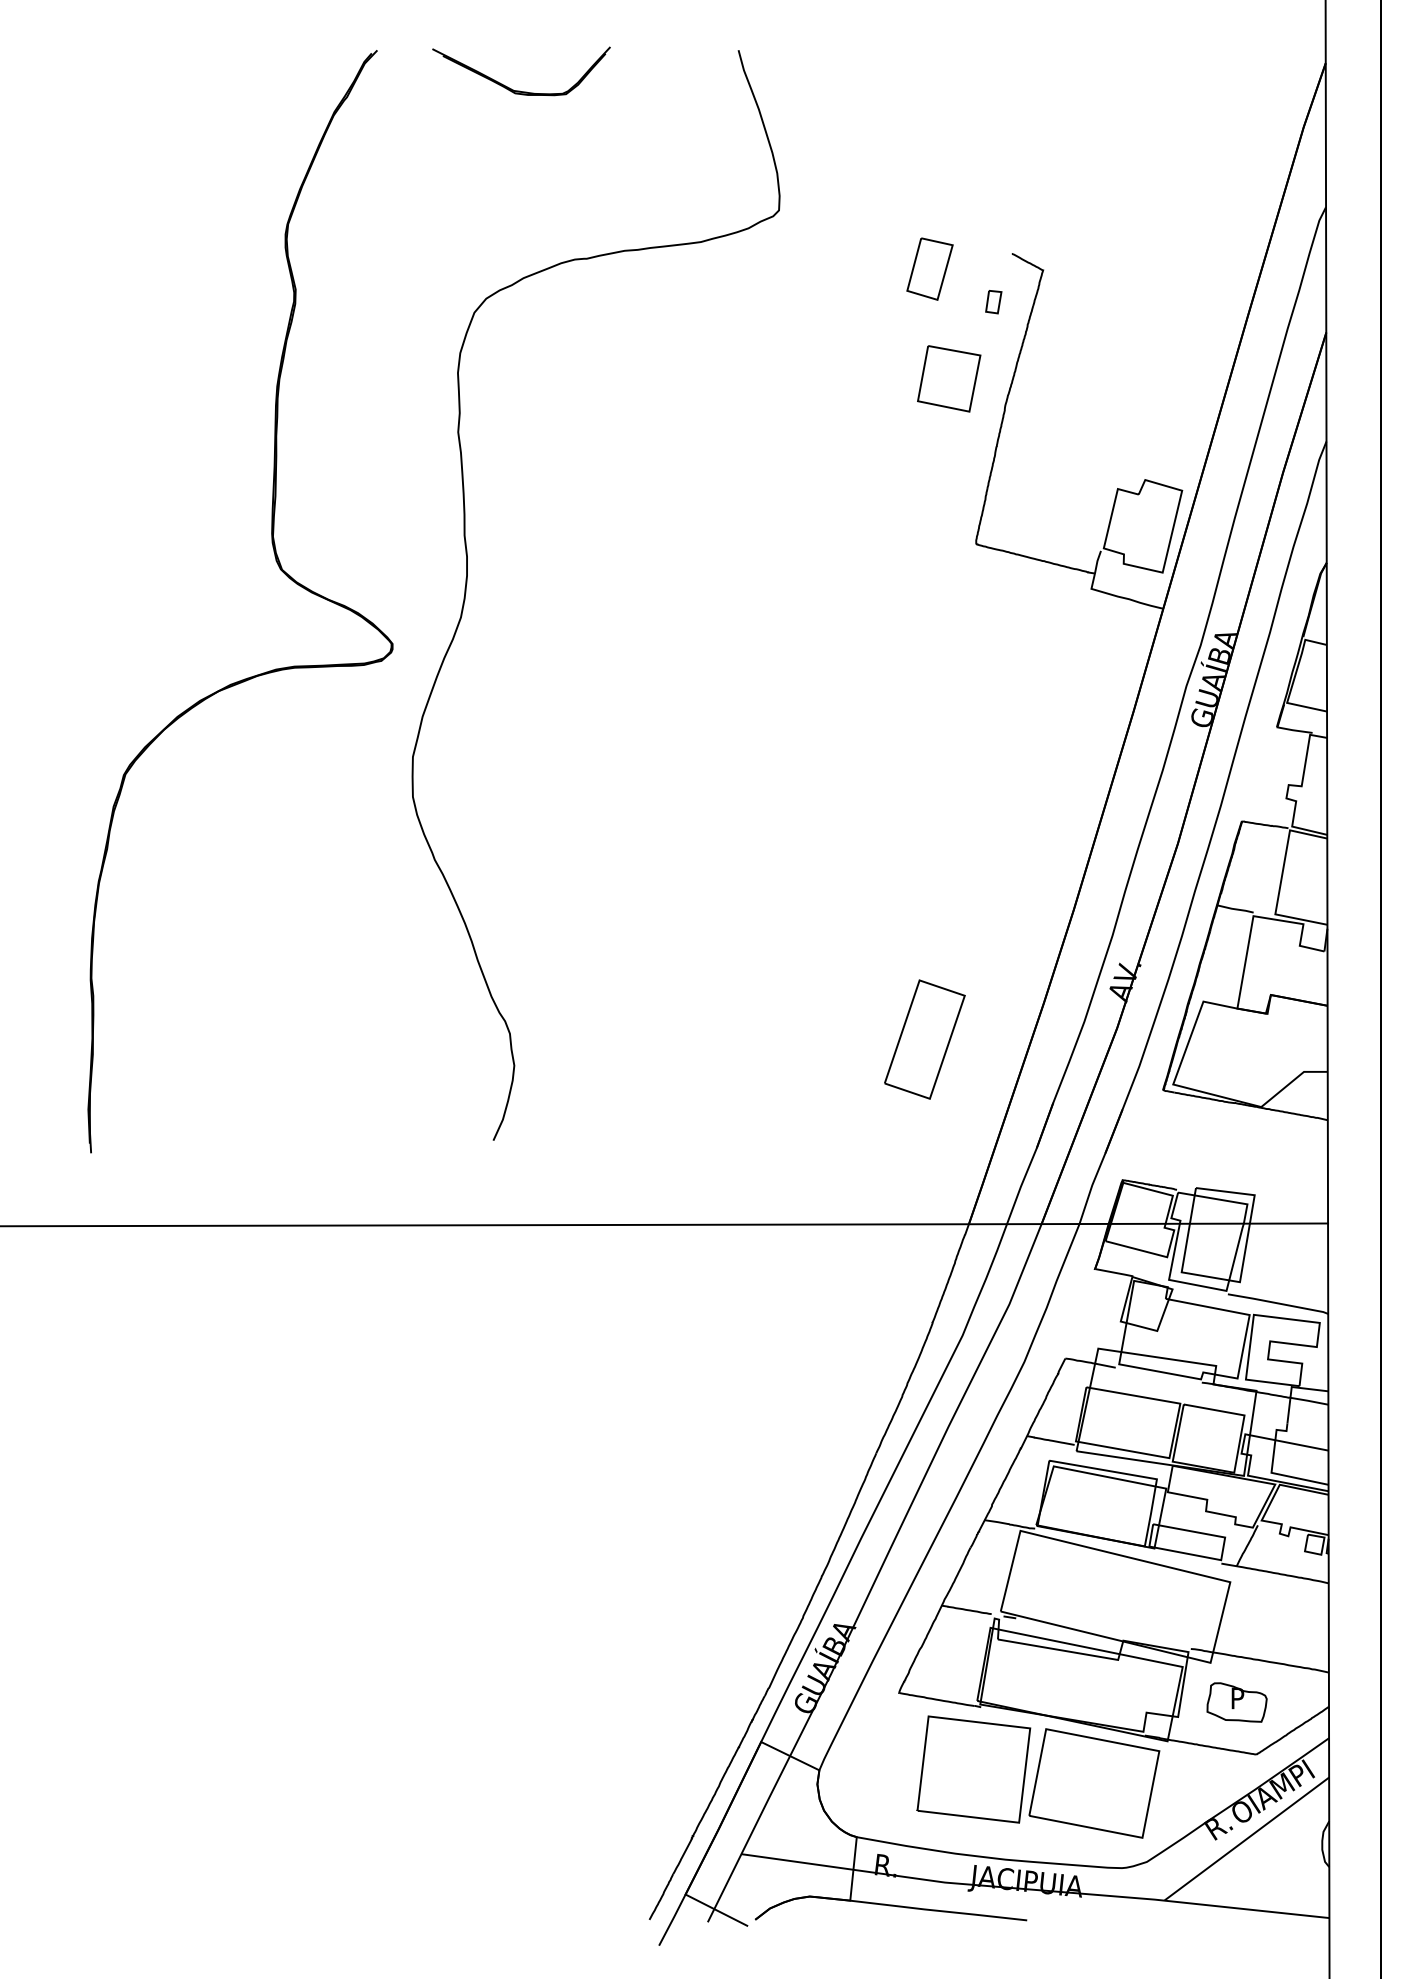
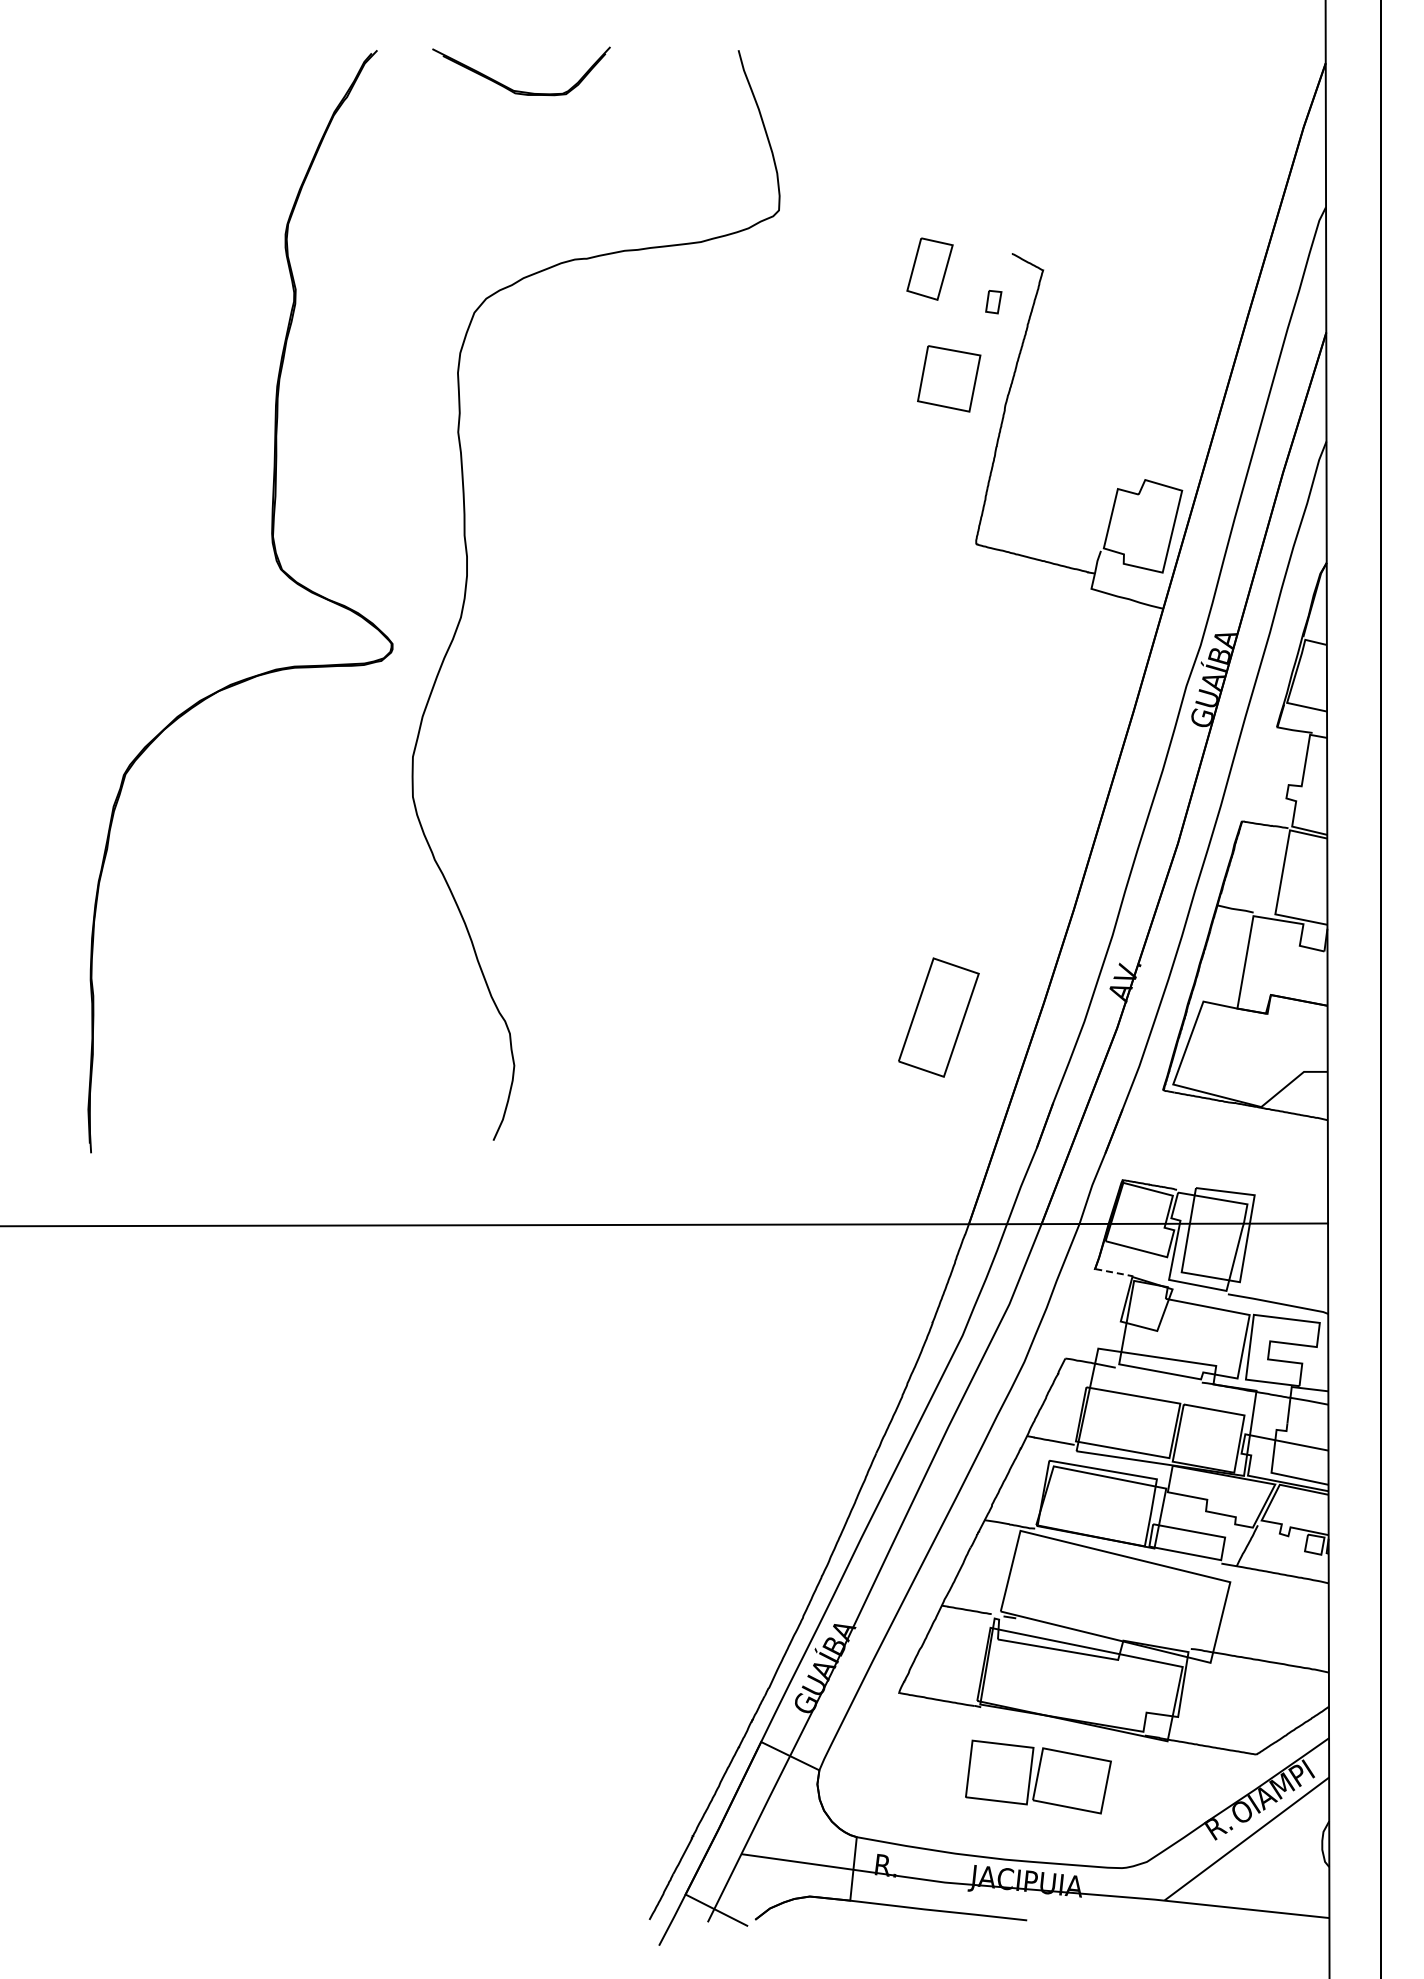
part at (924, 1039) position: (924, 1039) -> (938, 1017)
line at (1115, 1272): solid -> dashed
part at (1236, 1702): present -> none
part at (1038, 1776) size: 245x124 px -> 147x76 px
